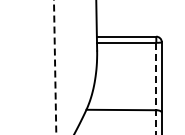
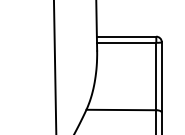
line at (55, 67): dashed -> solid
line at (156, 88): dashed -> solid
